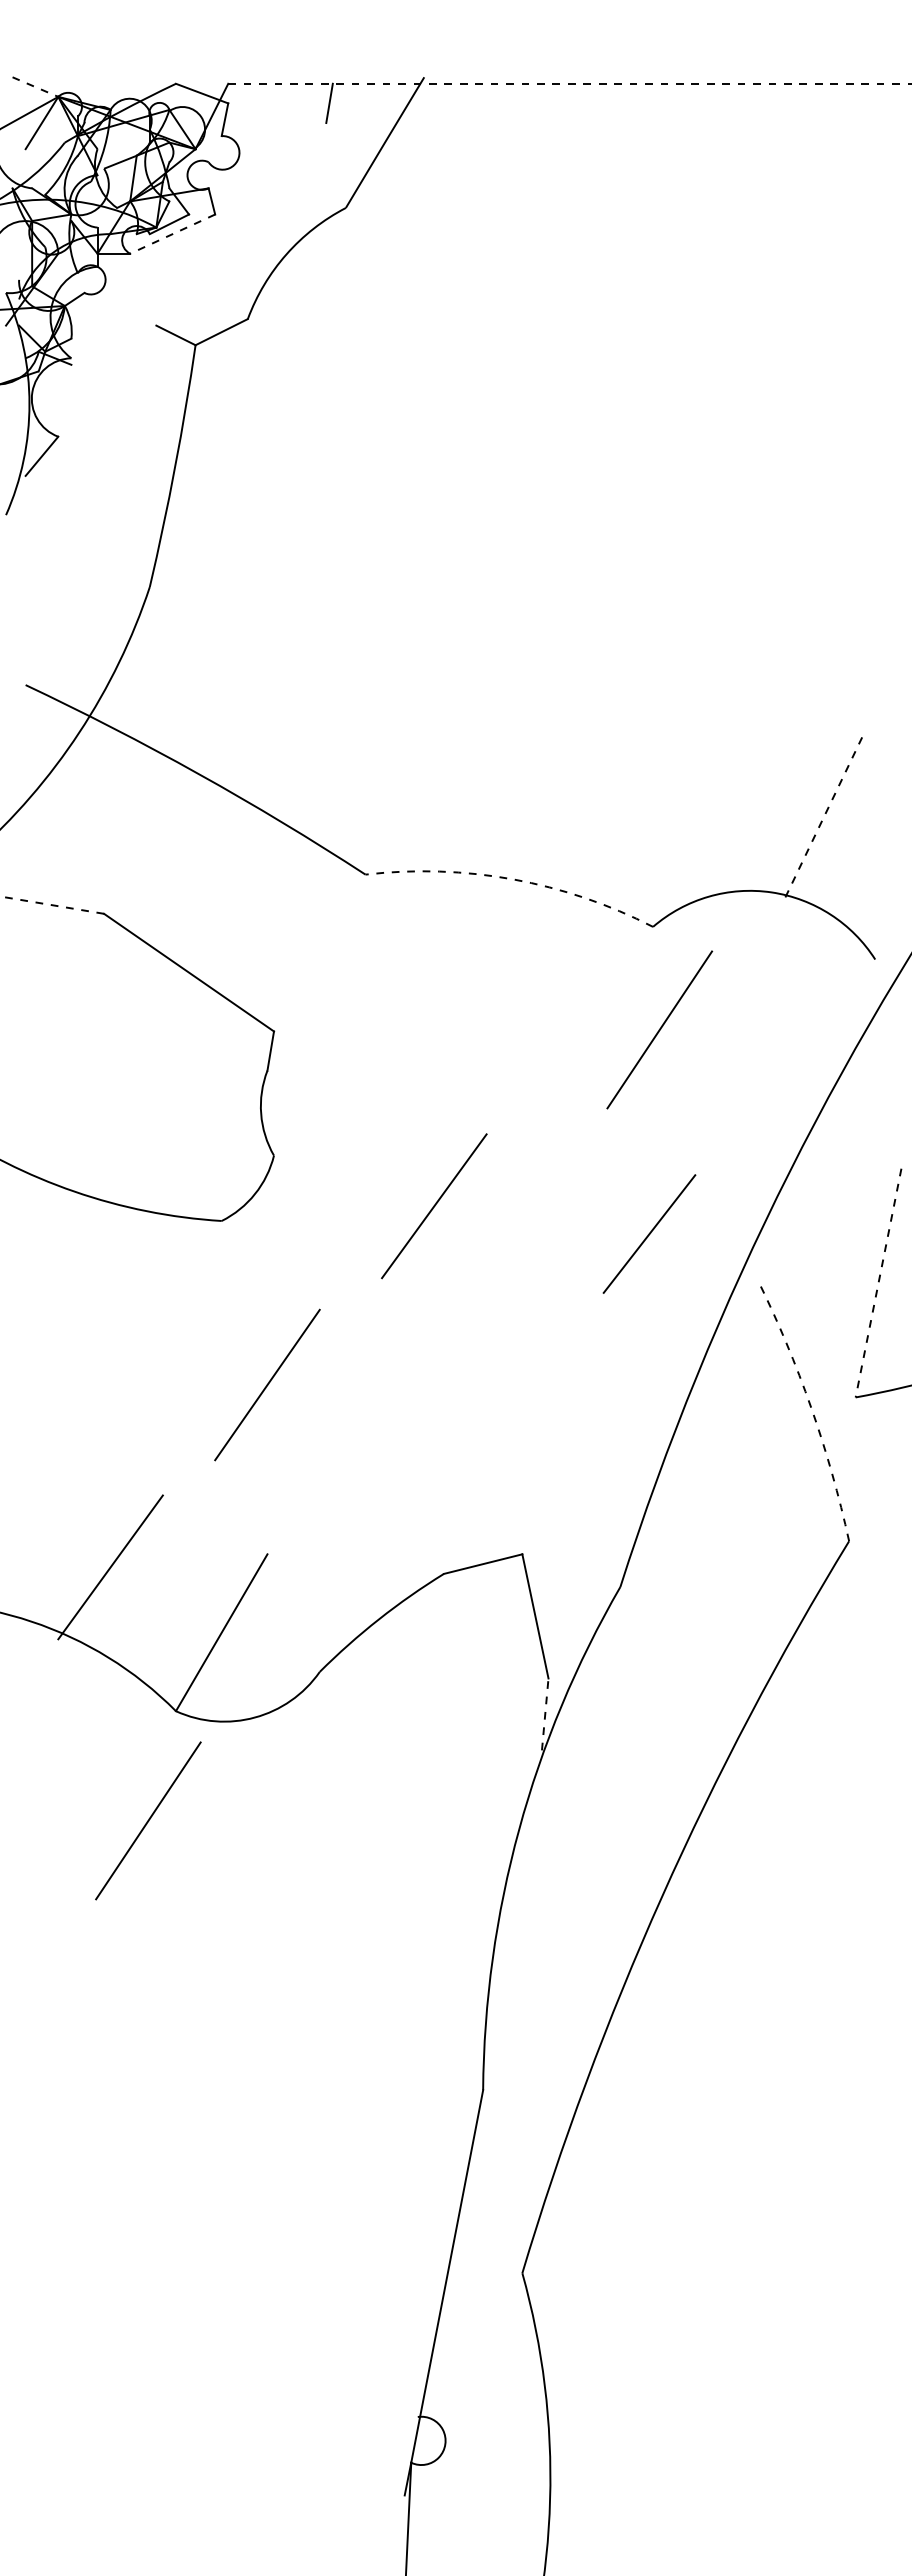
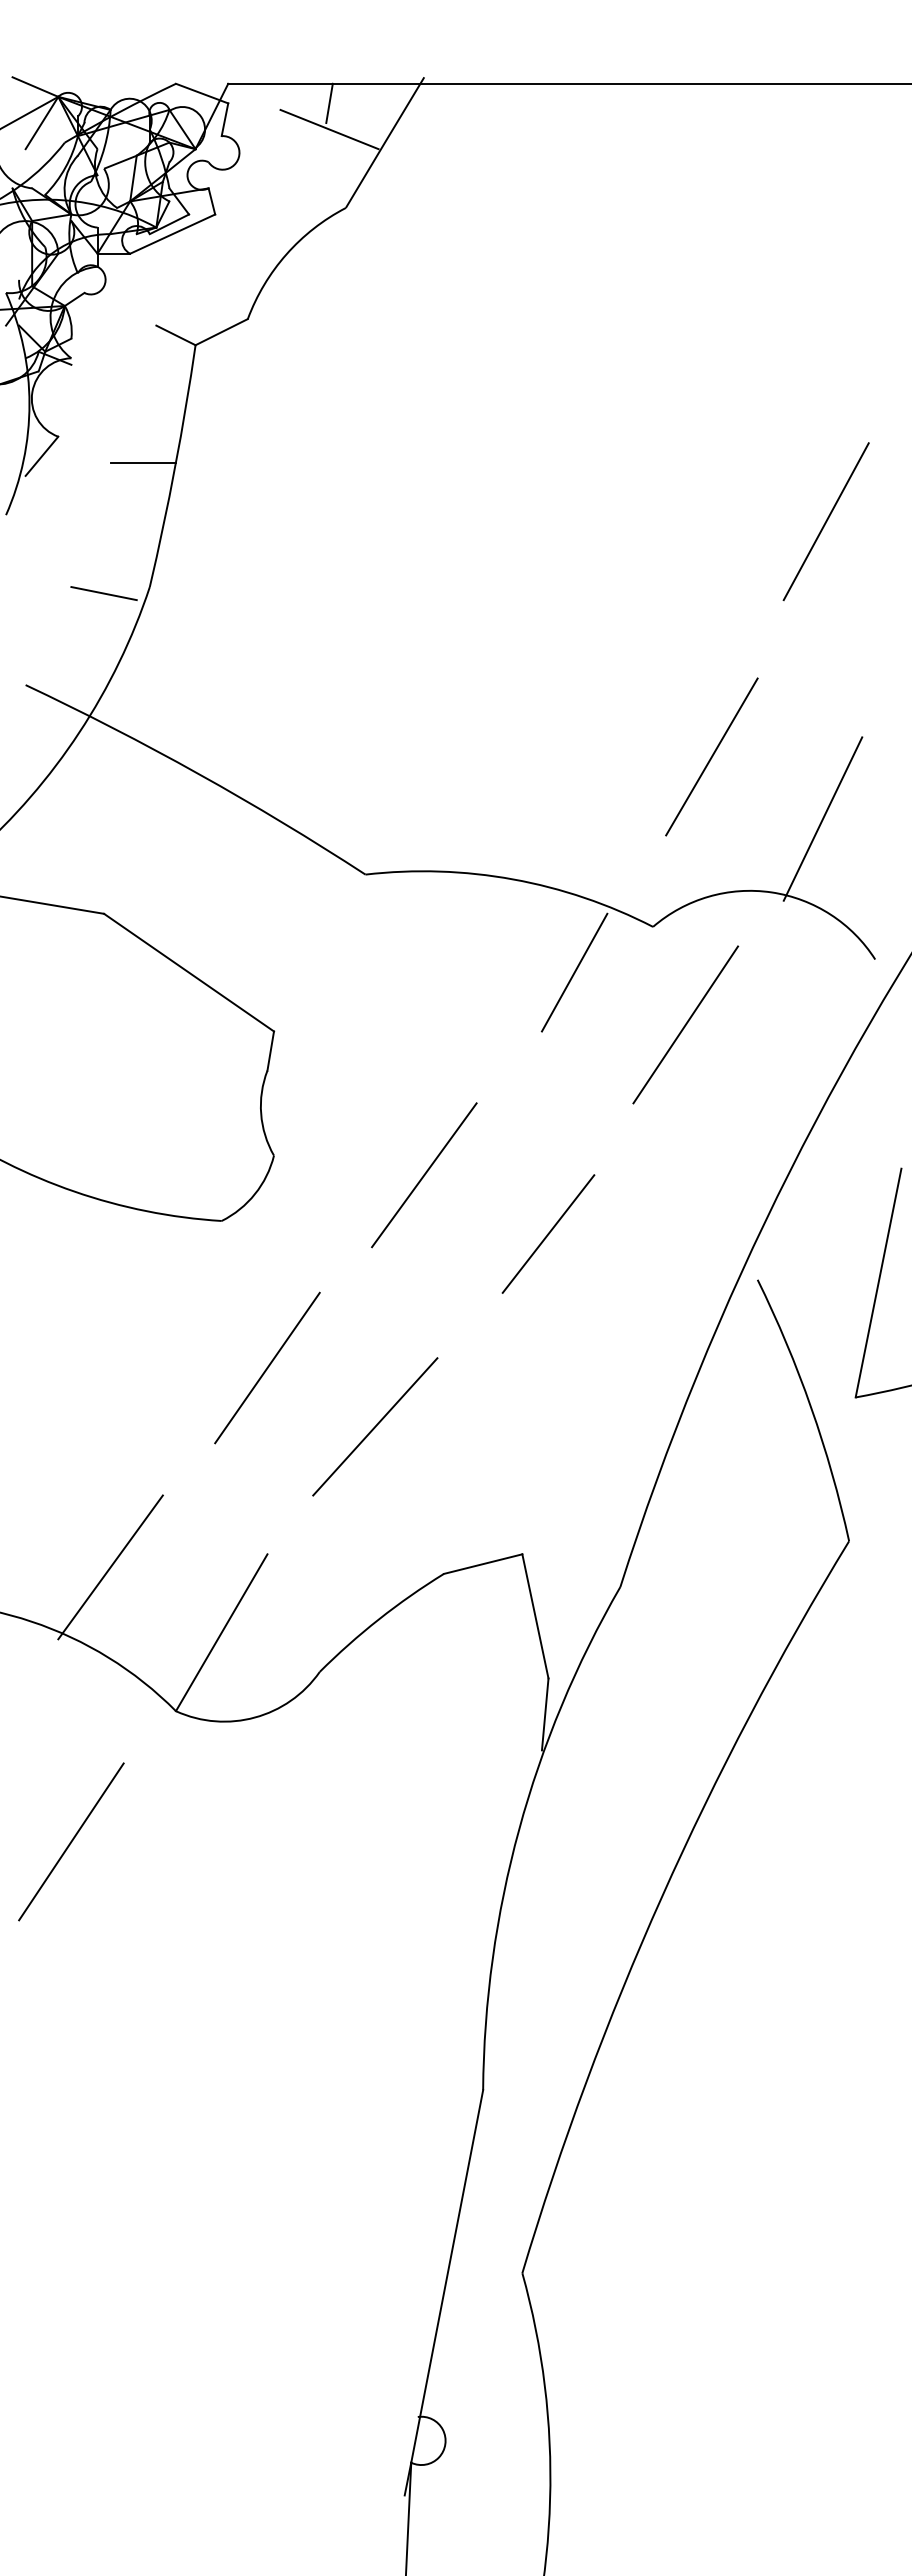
line at (570, 83): dashed -> solid
line at (35, 87): dashed -> solid
line at (329, 129): none -> present
line at (172, 234): dashed -> solid
line at (142, 462): none -> present
line at (825, 521): none -> present
line at (103, 593): none -> present
line at (711, 756): none -> present
line at (823, 819): dashed -> solid
arc at (513, 879): dashed -> solid
line at (52, 905): dashed -> solid
line at (574, 972): none -> present
line at (659, 1029) position: (659, 1029) -> (685, 1024)
line at (434, 1206) position: (434, 1206) -> (424, 1175)
line at (649, 1233) position: (649, 1233) -> (548, 1233)
line at (878, 1283): dashed -> solid
line at (267, 1384) position: (267, 1384) -> (267, 1367)
arc at (811, 1407): dashed -> solid
line at (375, 1426): none -> present
line at (545, 1713): dashed -> solid
line at (148, 1820) position: (148, 1820) -> (71, 1841)
